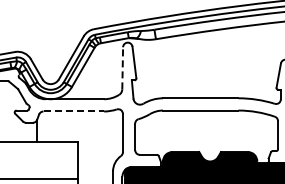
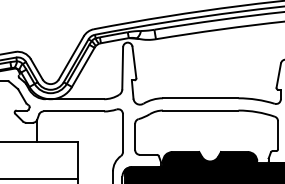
line at (122, 67): dashed -> solid
line at (74, 111): dashed -> solid
